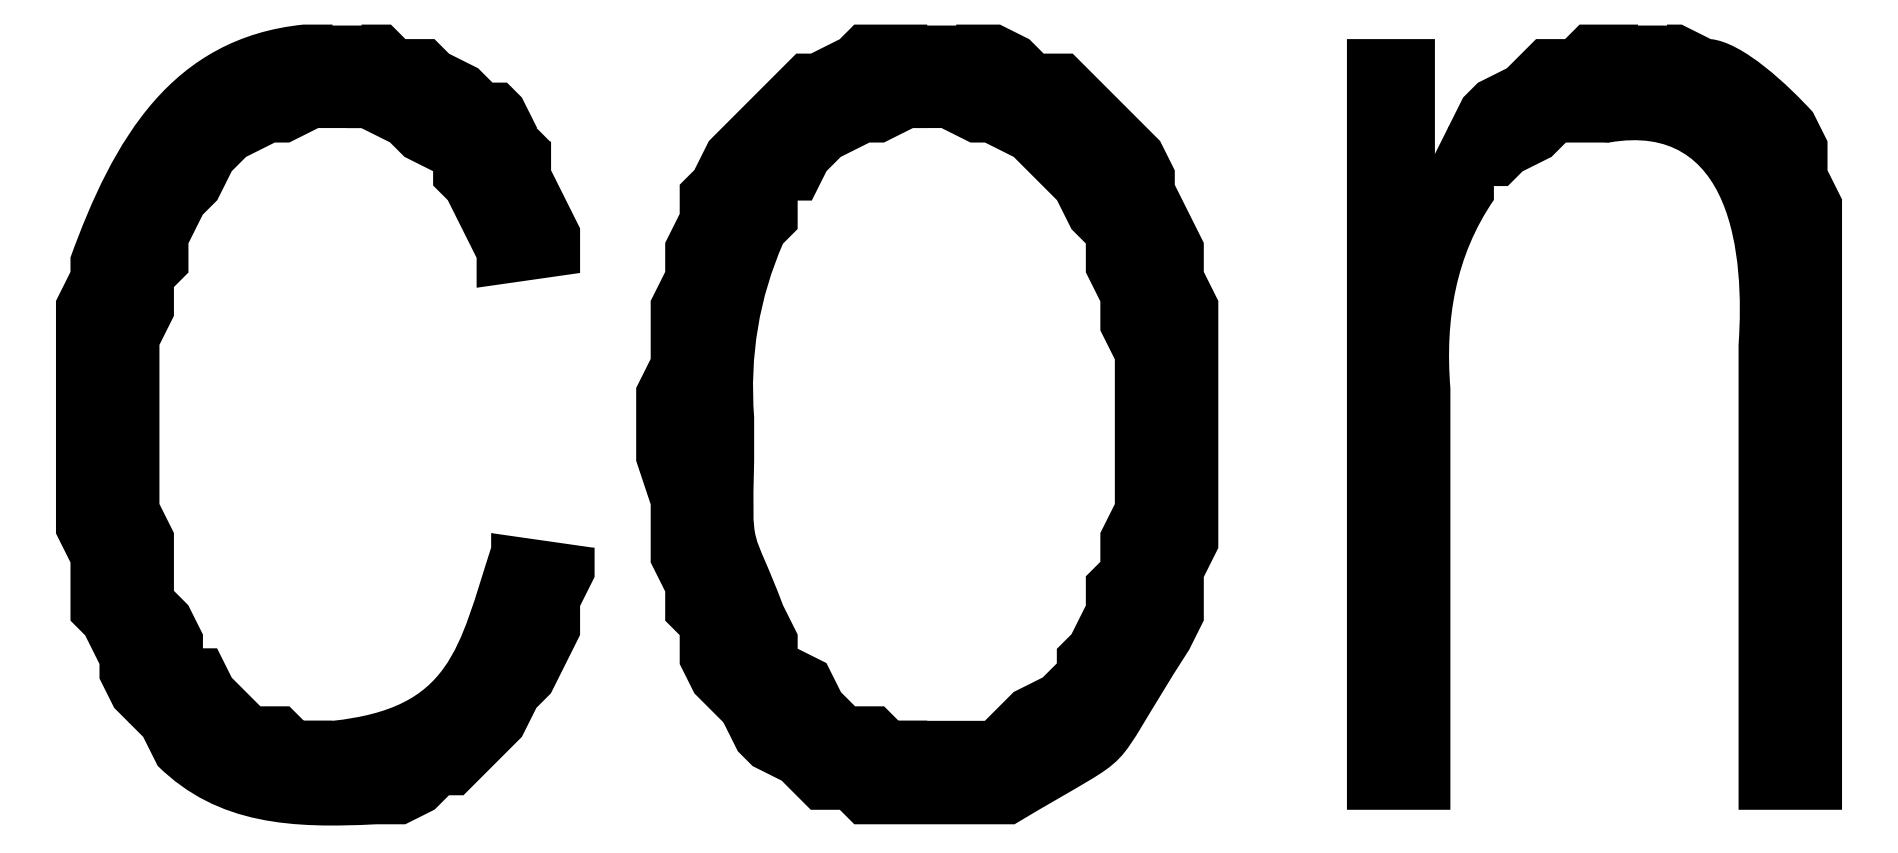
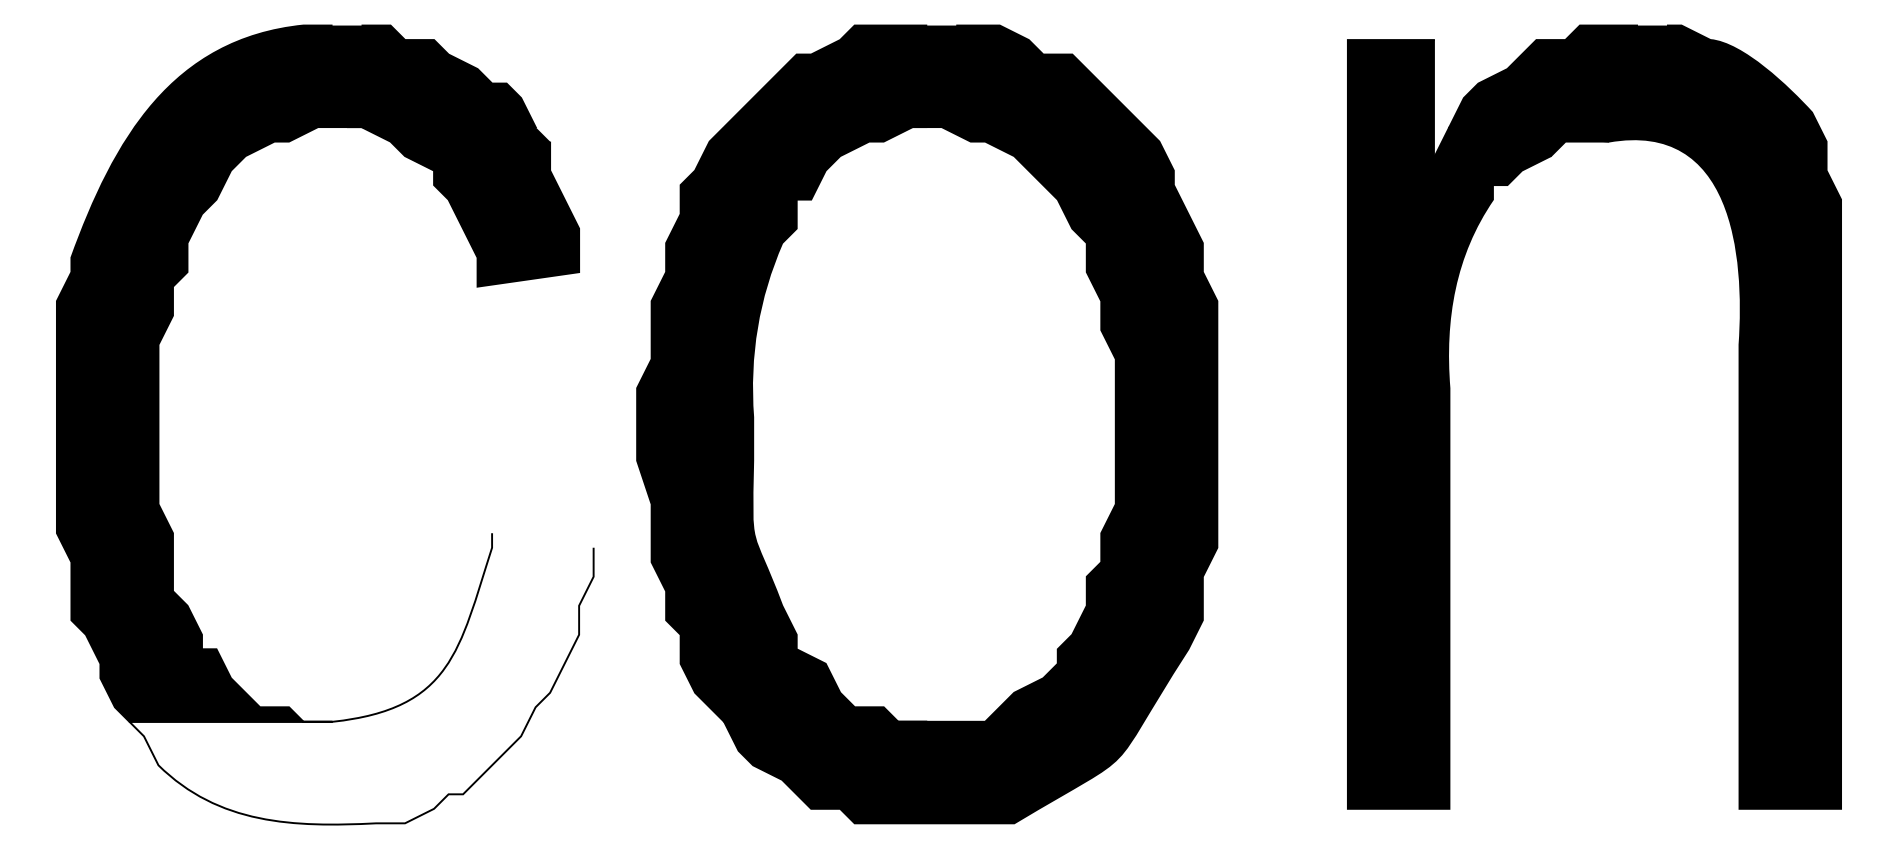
fill at (361, 678): present -> none
